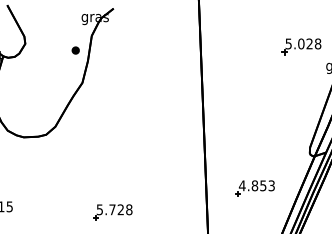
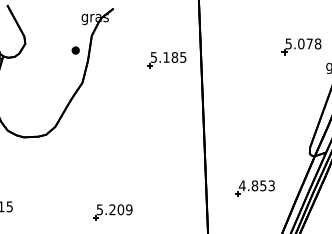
text at (309, 43): 5.028 -> 5.078
part at (166, 60): none -> present
text at (120, 209): 5.728 -> 5.209
